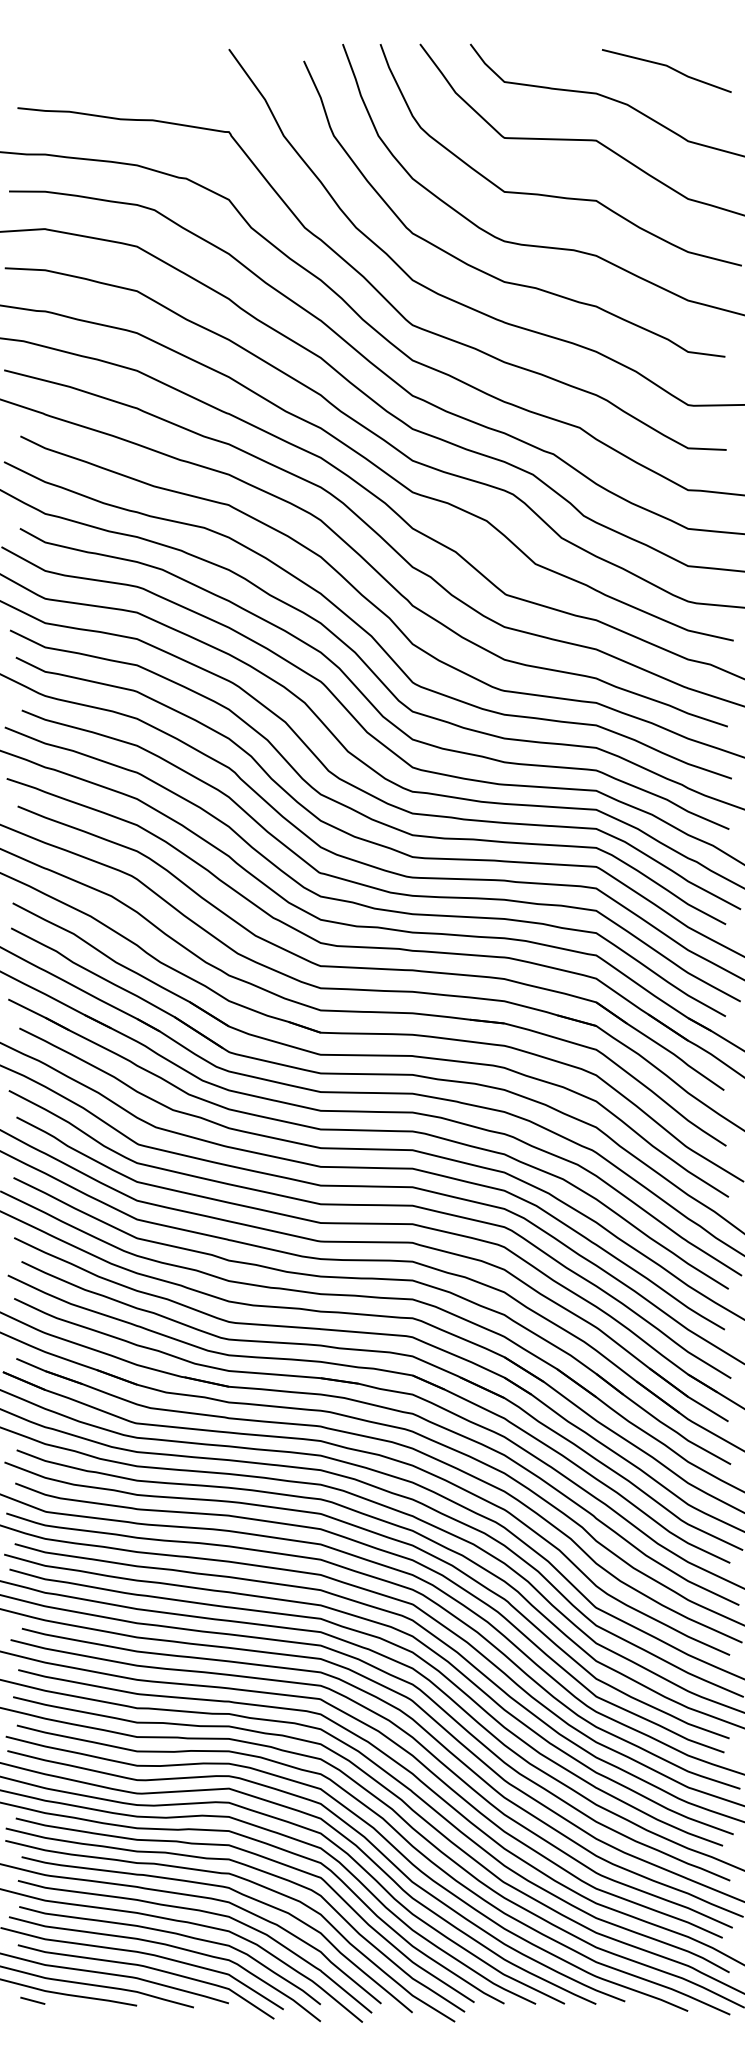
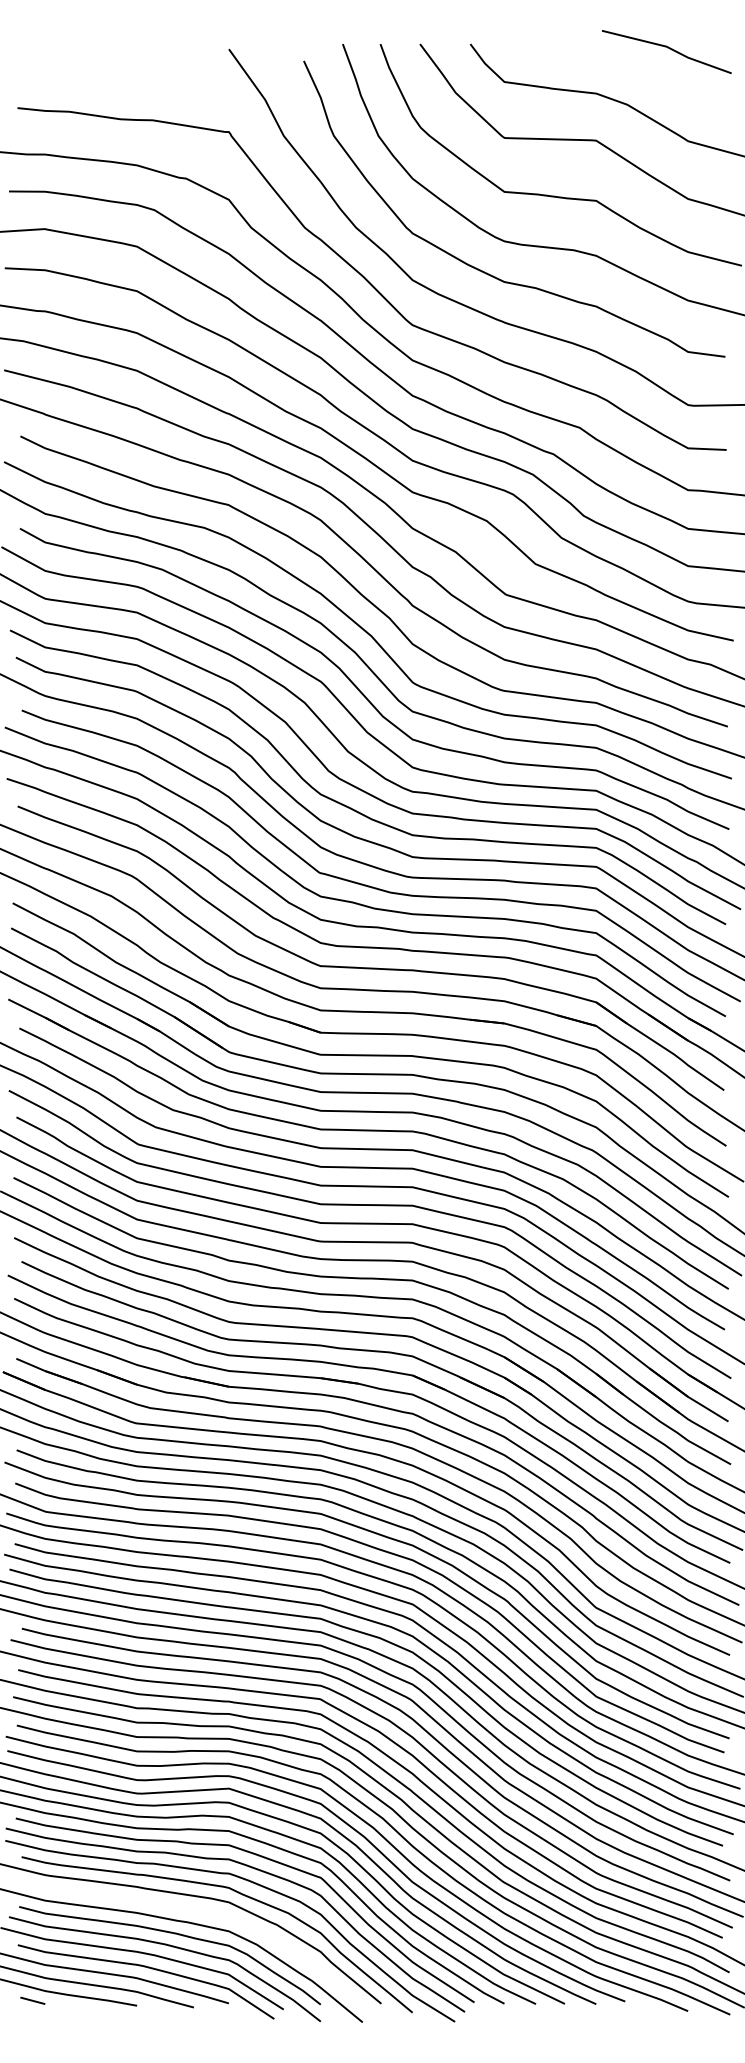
line at (667, 67) position: (667, 67) -> (667, 48)
curve at (197, 1911): present -> none
